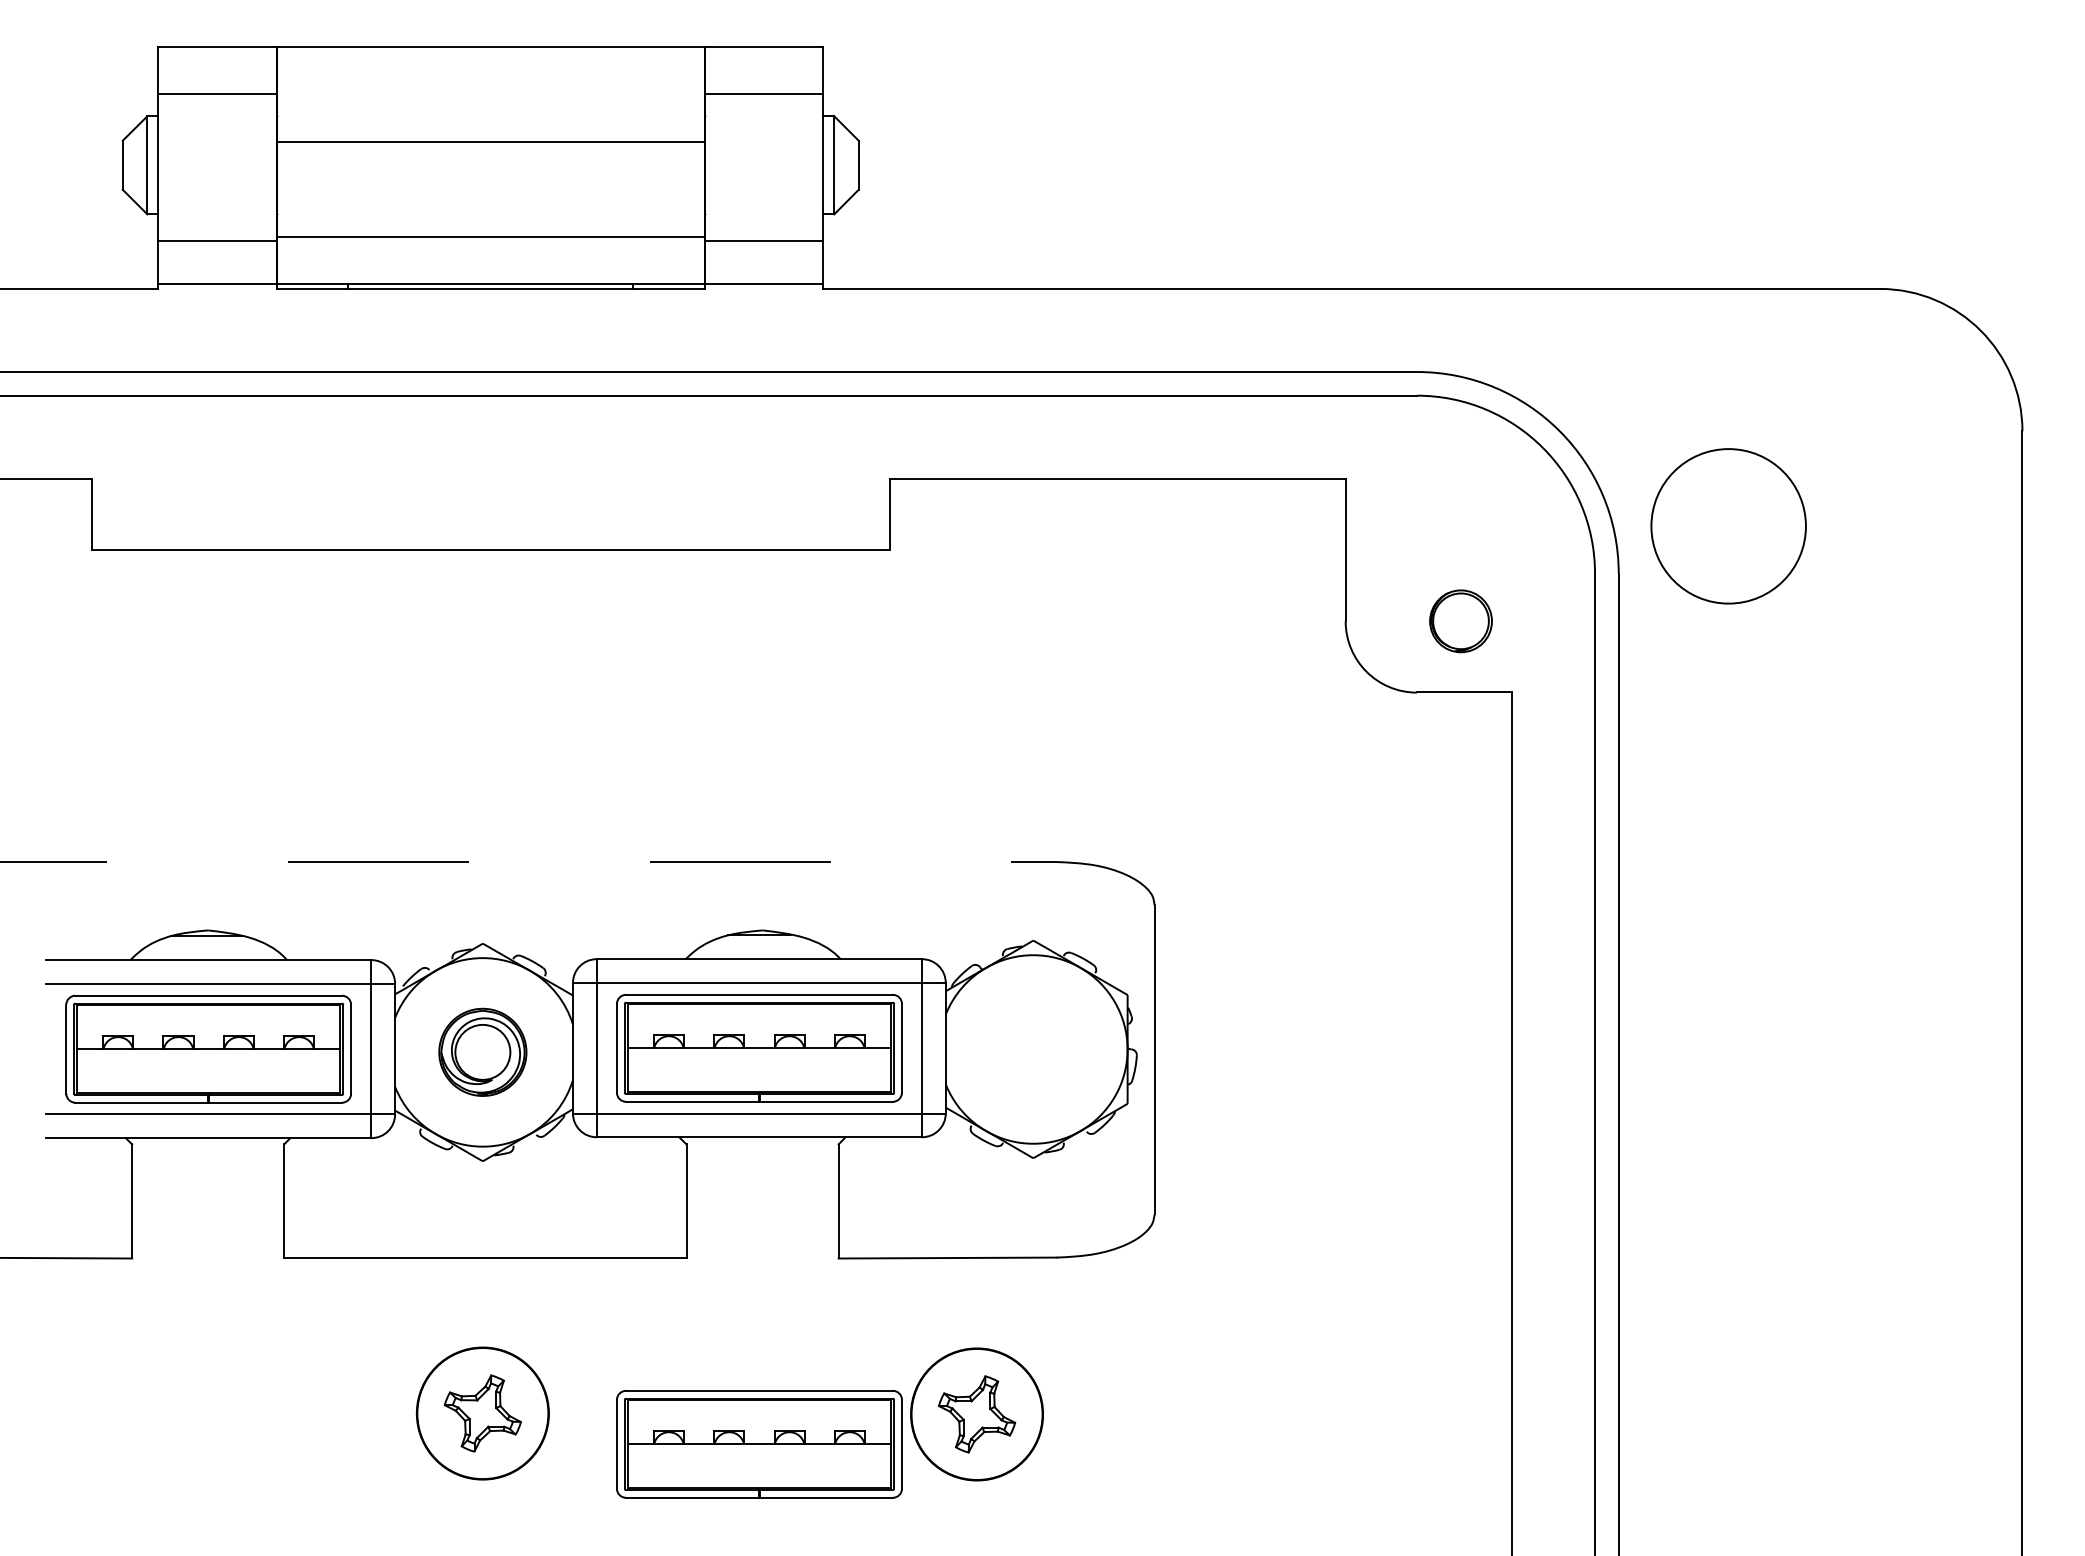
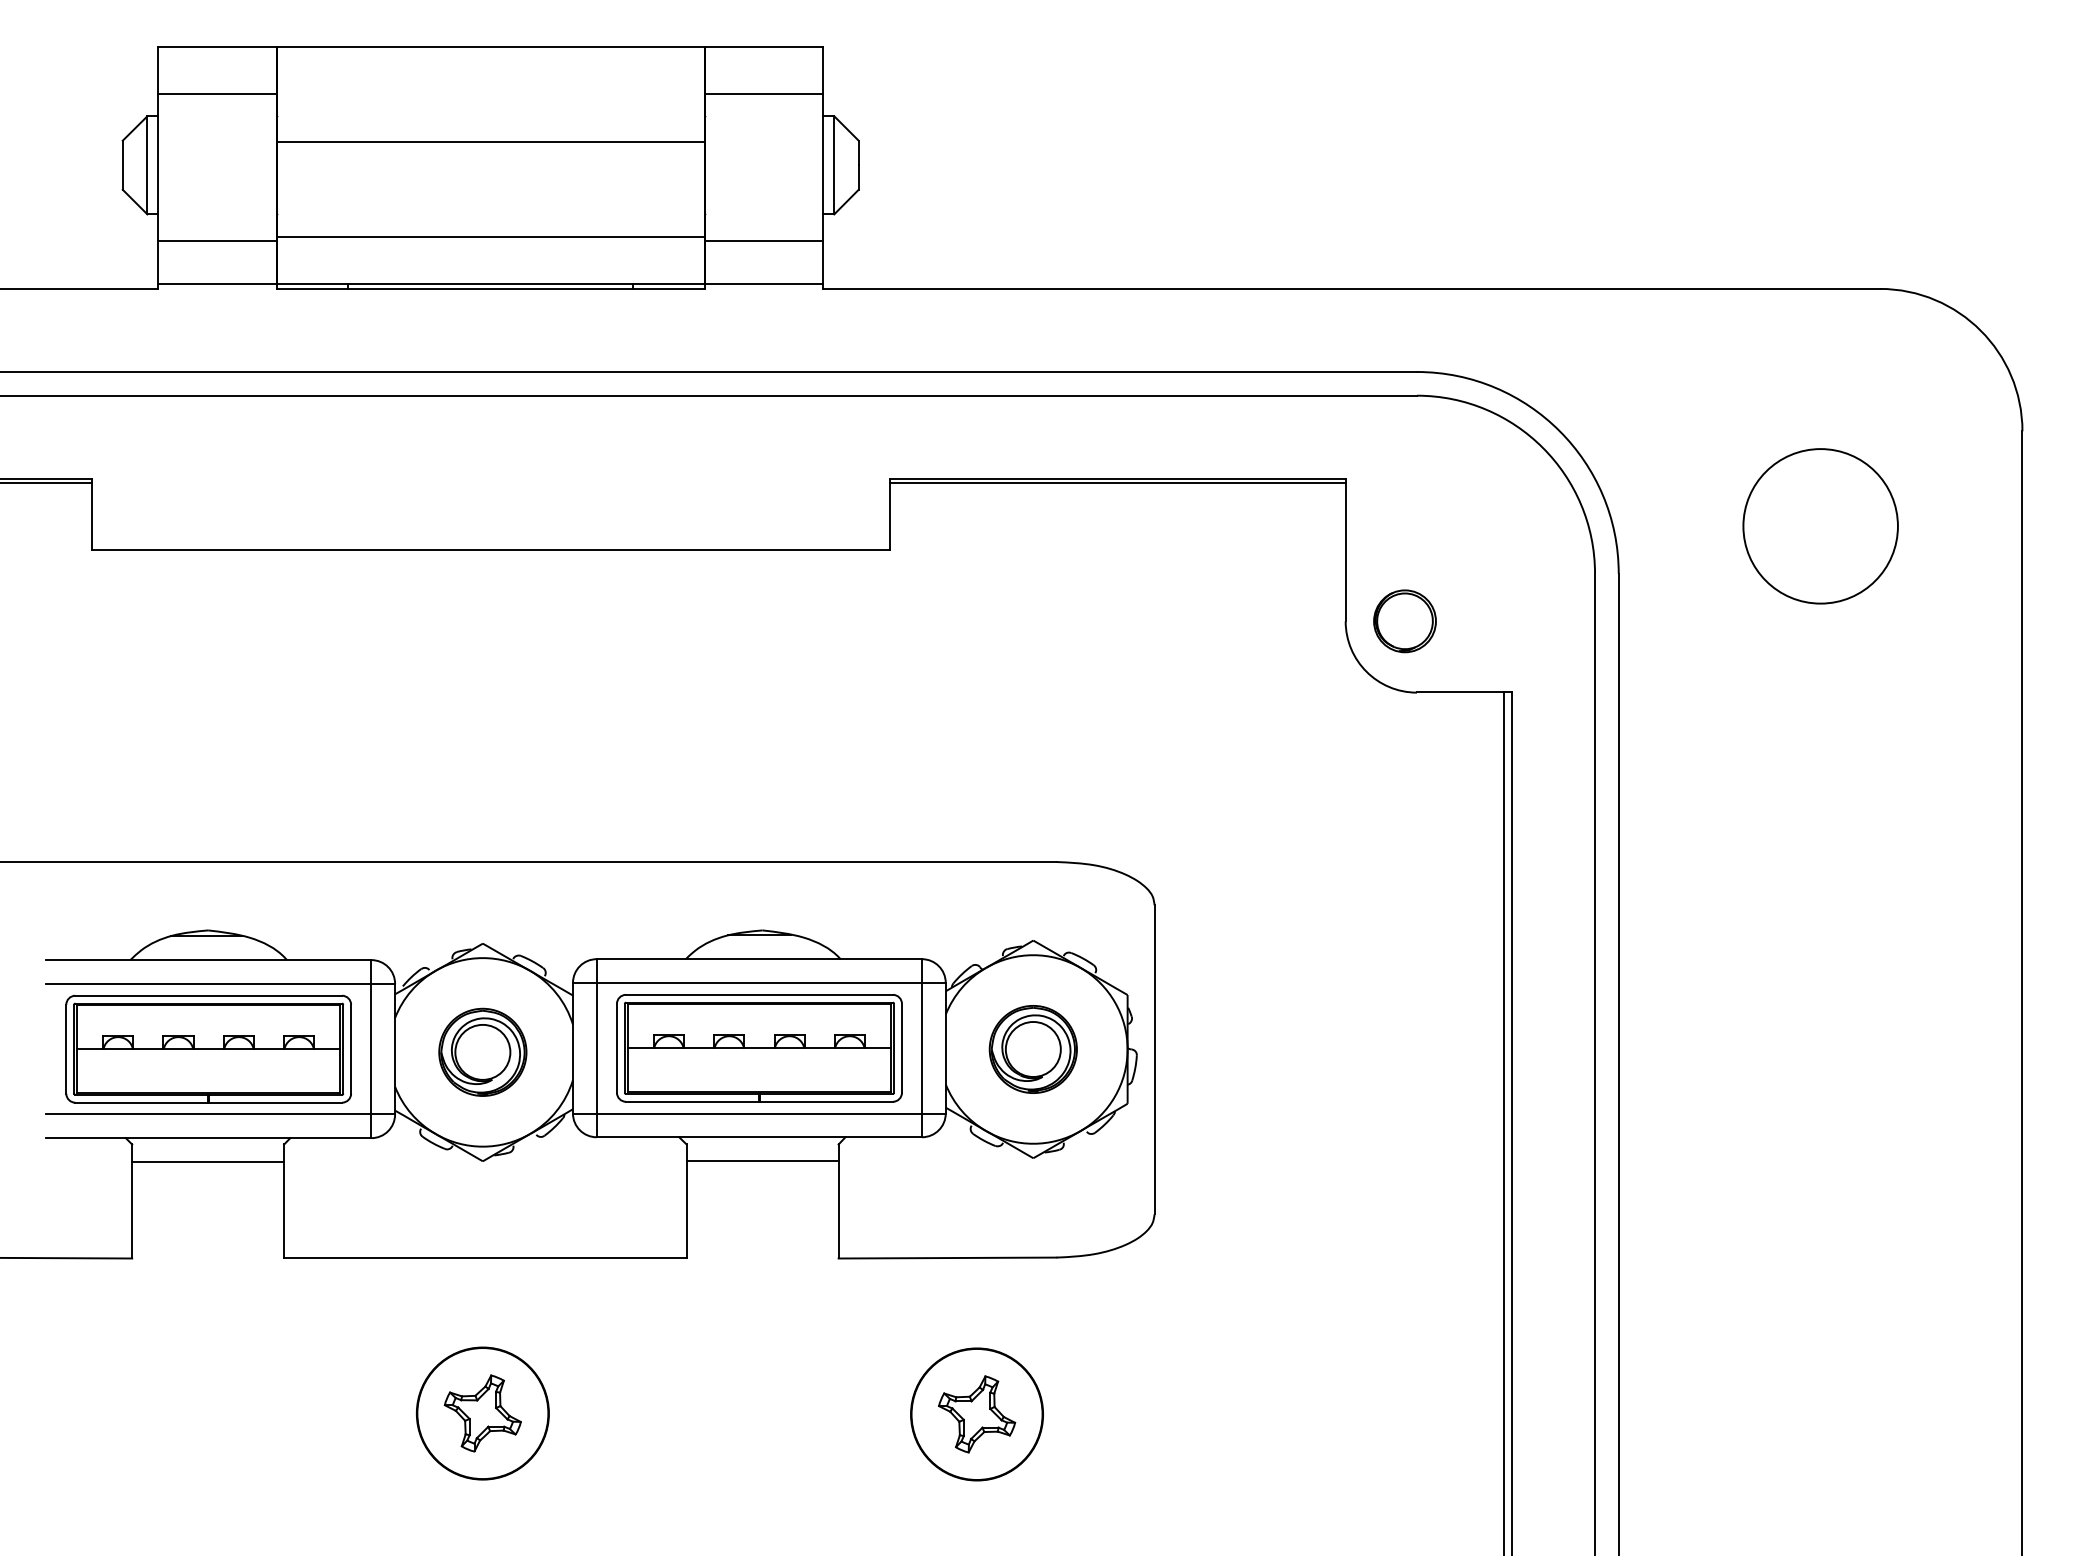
line at (46, 482): none -> present
line at (1117, 482): none -> present
circle at (1728, 526) position: (1728, 526) -> (1820, 526)
part at (1460, 621) position: (1460, 621) -> (1404, 621)
line at (528, 862): dashed -> solid
part at (1032, 1049): none -> present
line at (1504, 1122): none -> present
line at (762, 1161): none -> present
line at (208, 1162): none -> present
part at (759, 1444): present -> none
